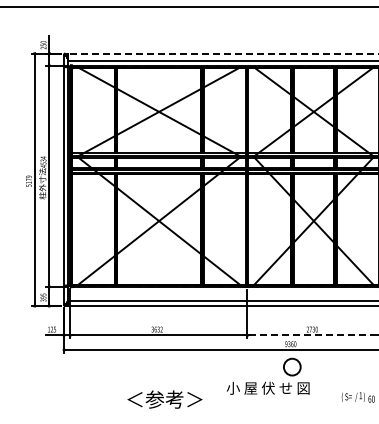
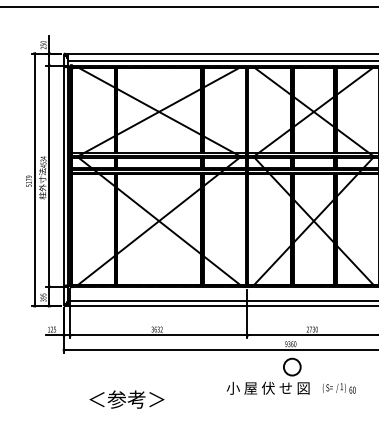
line at (222, 53): dashed -> solid
line at (313, 335): dashed -> solid
text at (357, 397) position: (357, 397) -> (338, 388)
text at (164, 399) position: (164, 399) -> (126, 399)
